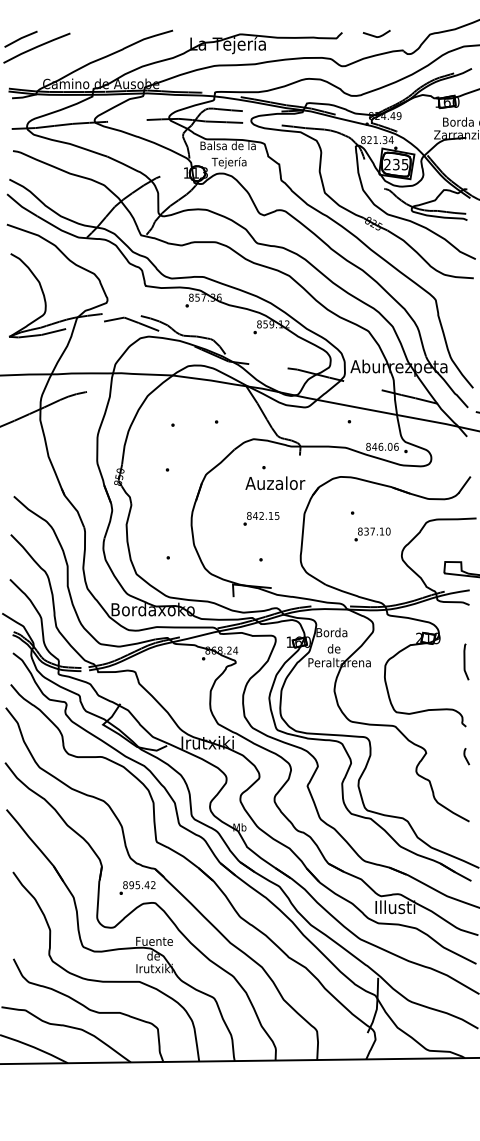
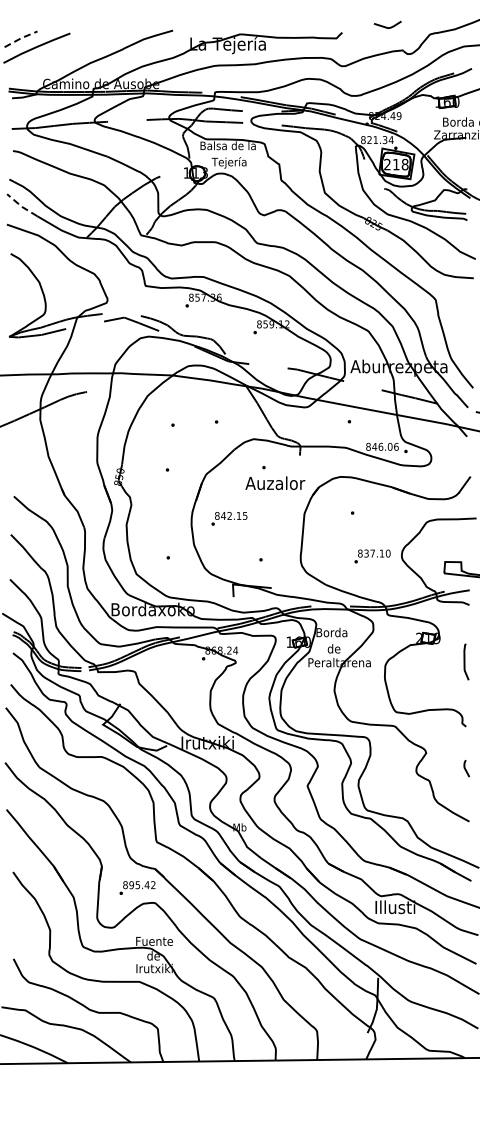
curve at (375, 35) position: (375, 35) -> (386, 26)
line at (21, 38): solid -> dashed
text at (400, 164): 235 -> 218
line at (21, 206): solid -> dashed
text at (261, 518) position: (261, 518) -> (229, 518)
text at (372, 534) position: (372, 534) -> (372, 556)
curve at (465, 756) position: (465, 756) -> (465, 768)
